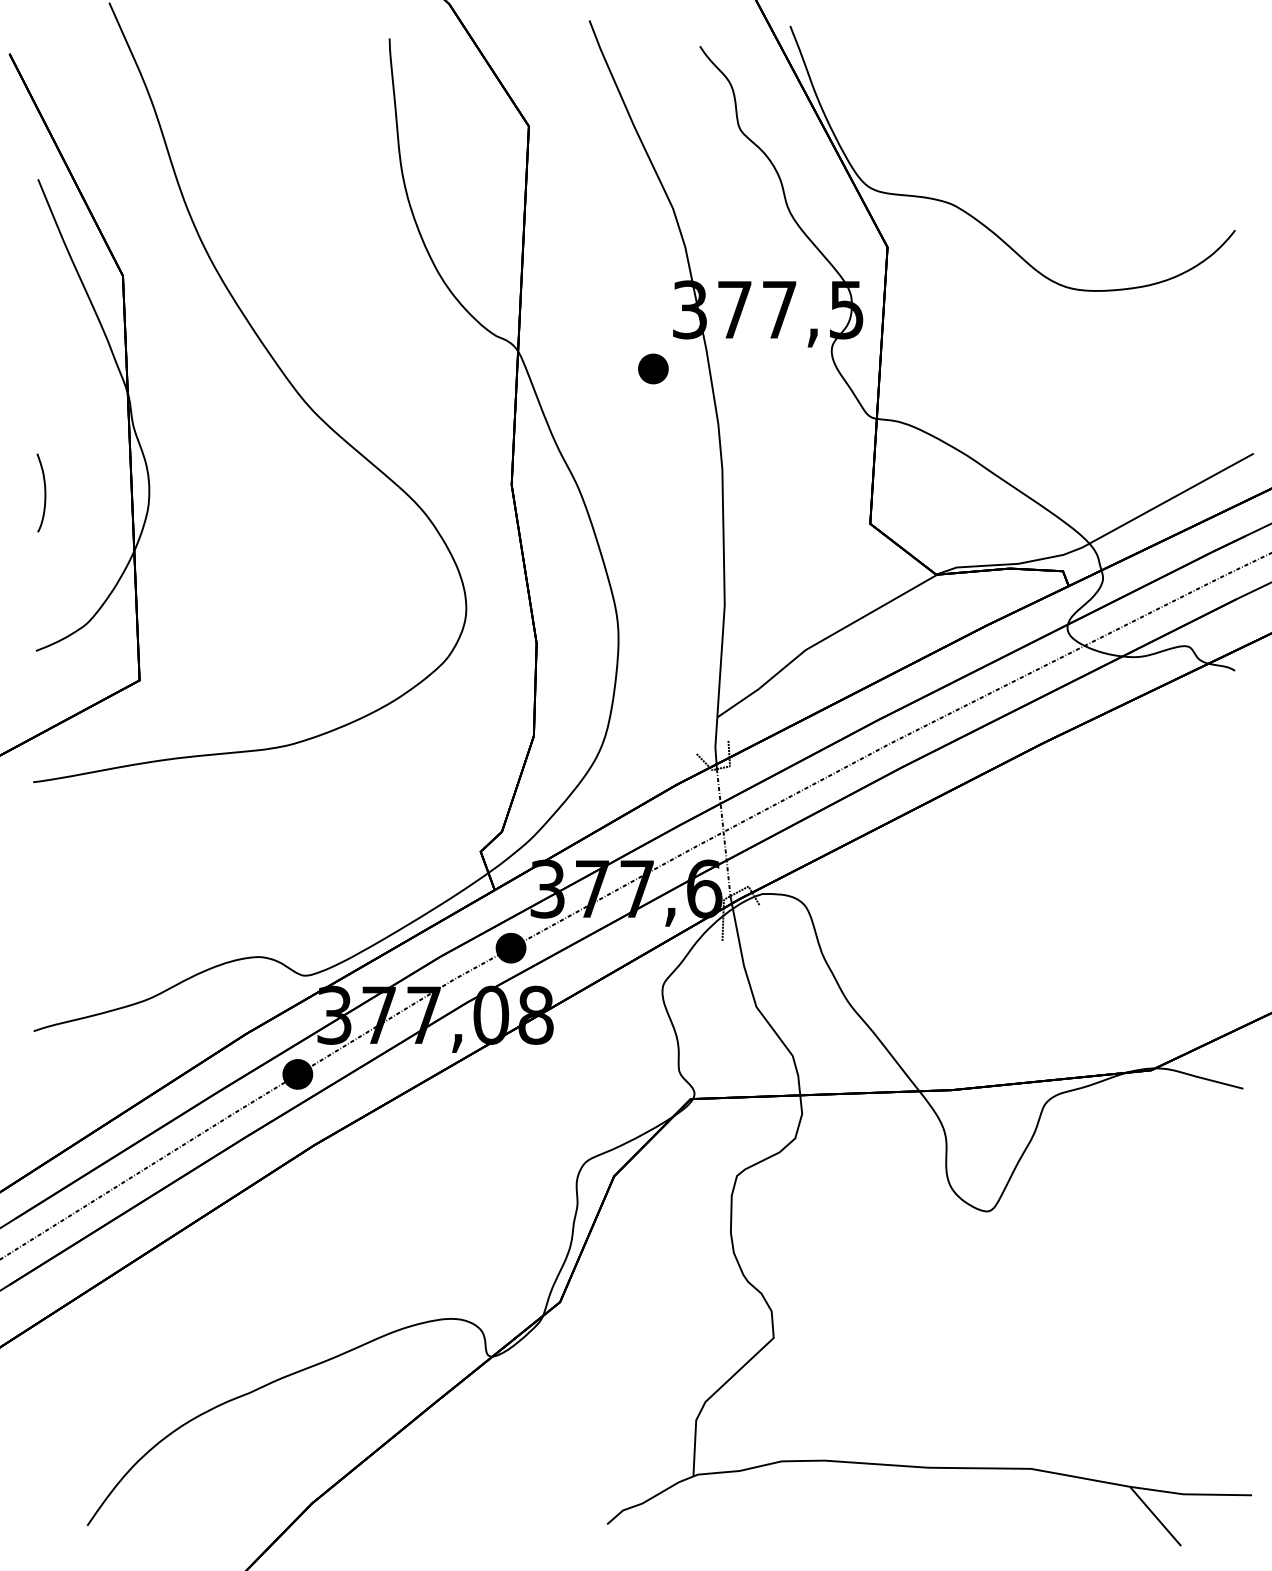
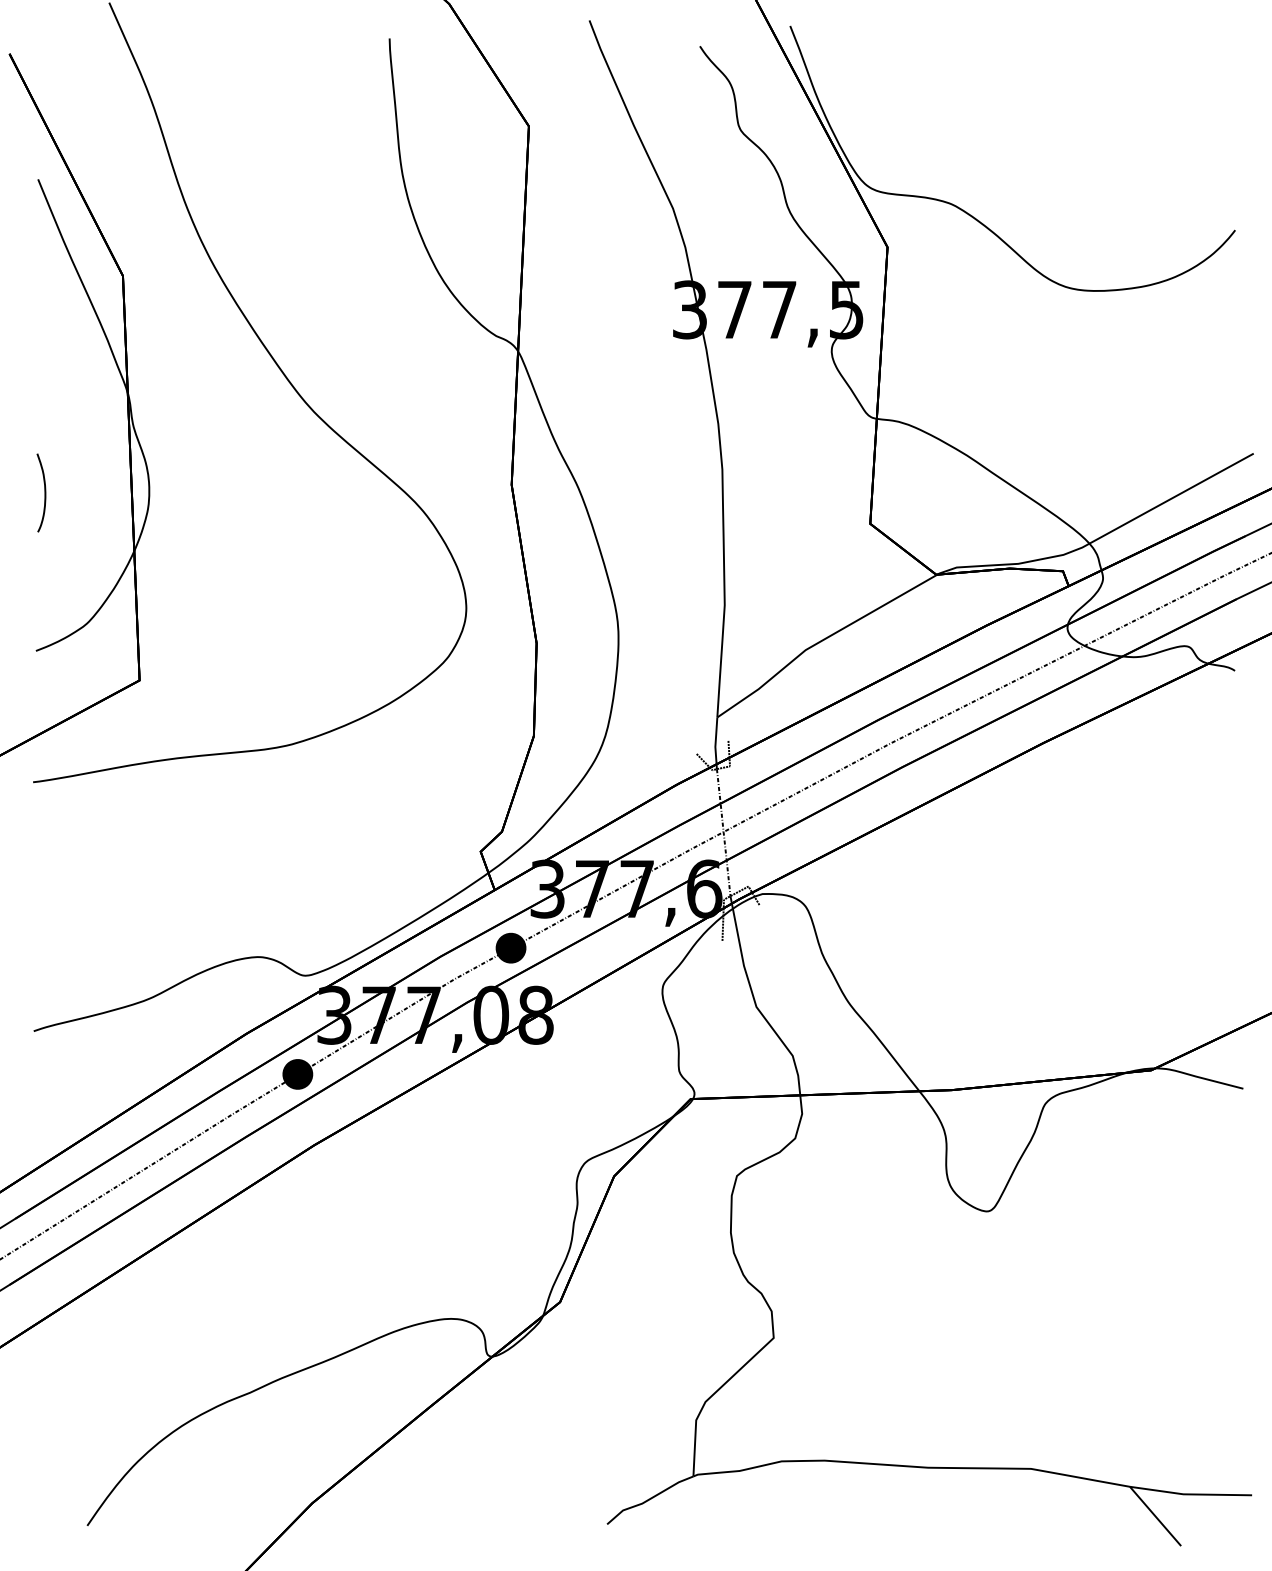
part at (653, 368): present -> none
